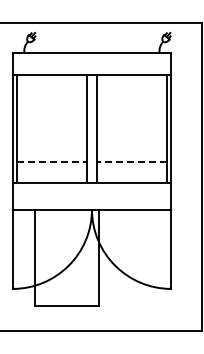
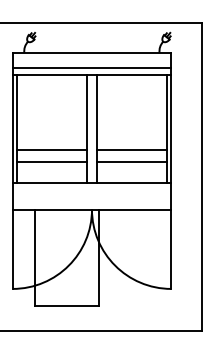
line at (91, 68): none -> present
line at (52, 150): none -> present
line at (131, 150): none -> present
line at (52, 162): dashed -> solid
line at (131, 162): dashed -> solid
